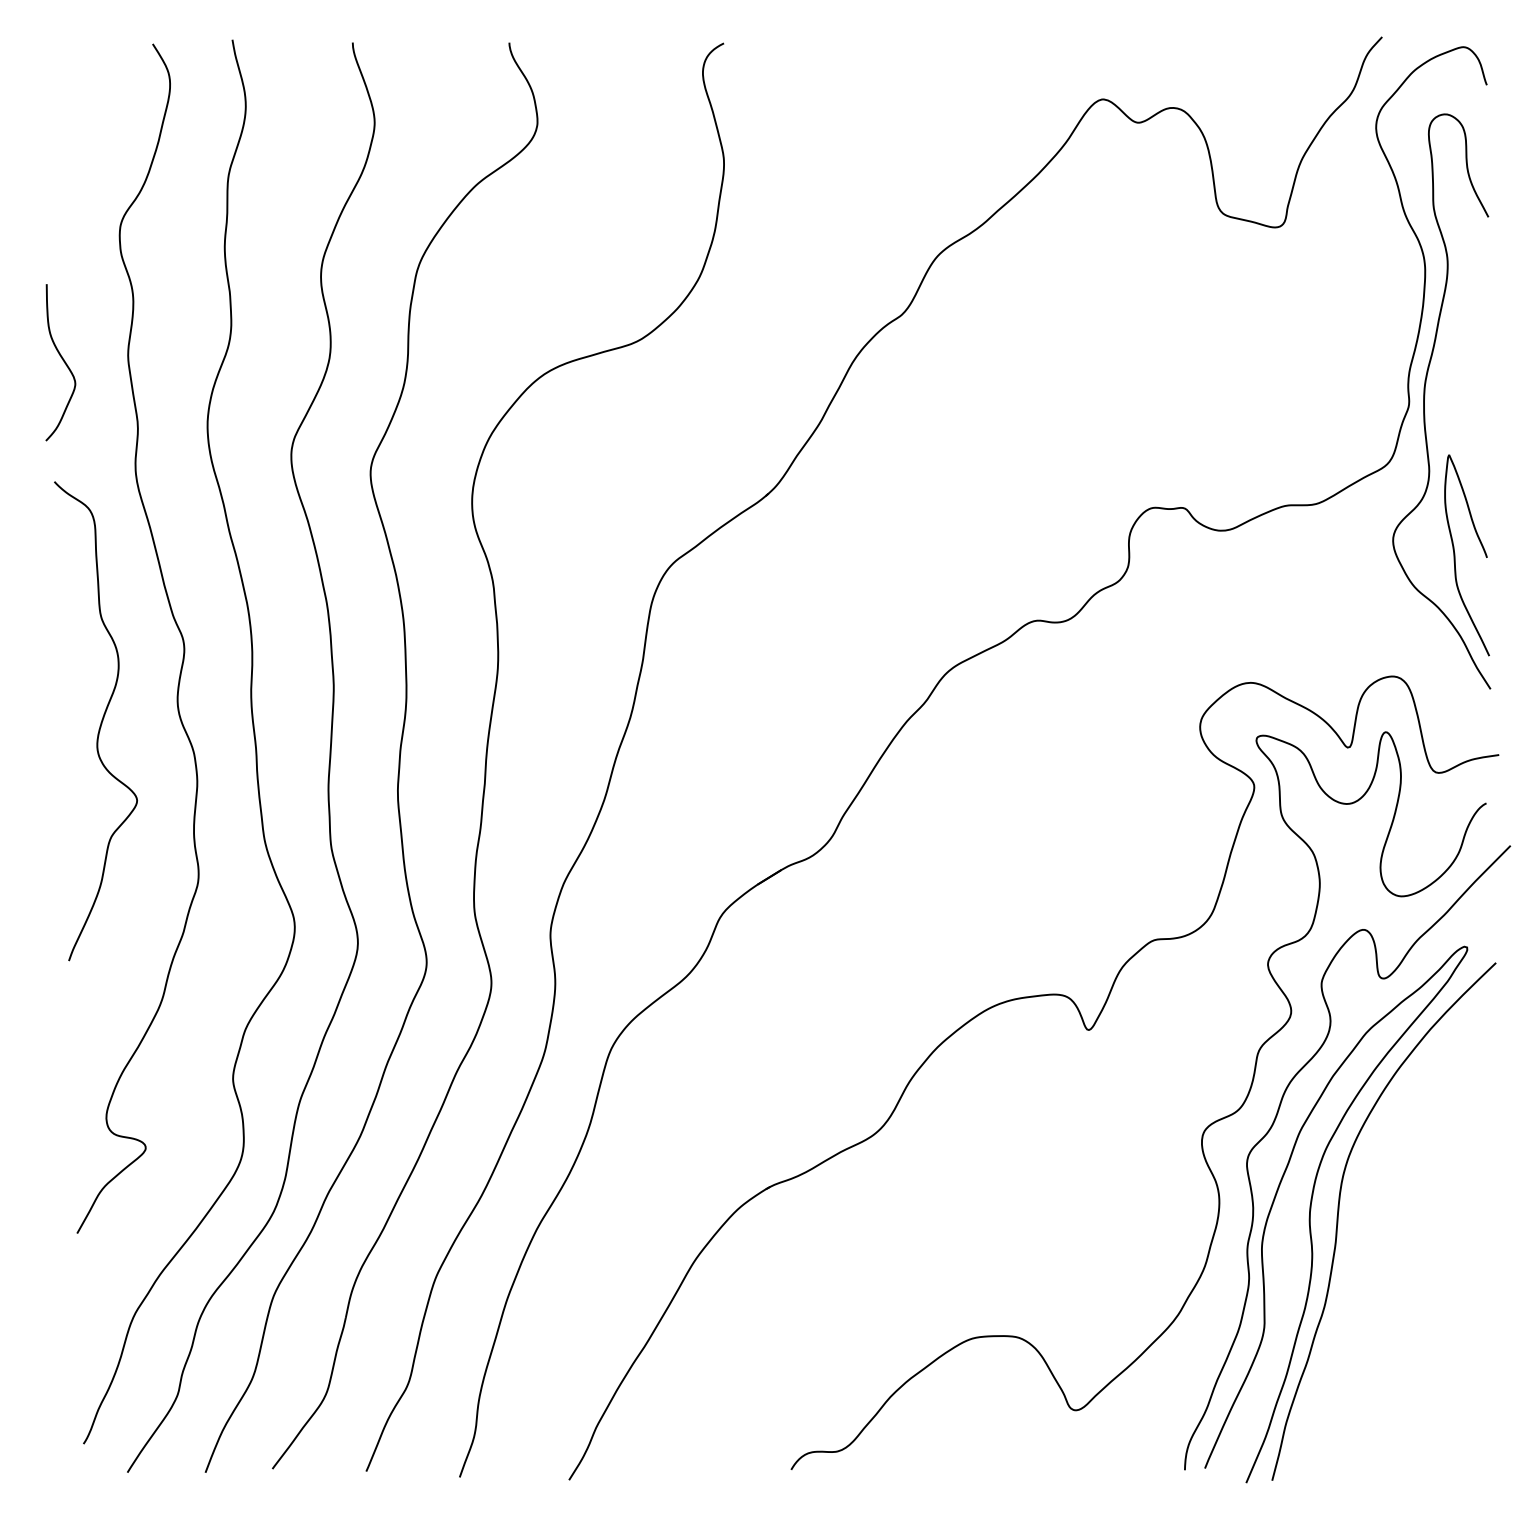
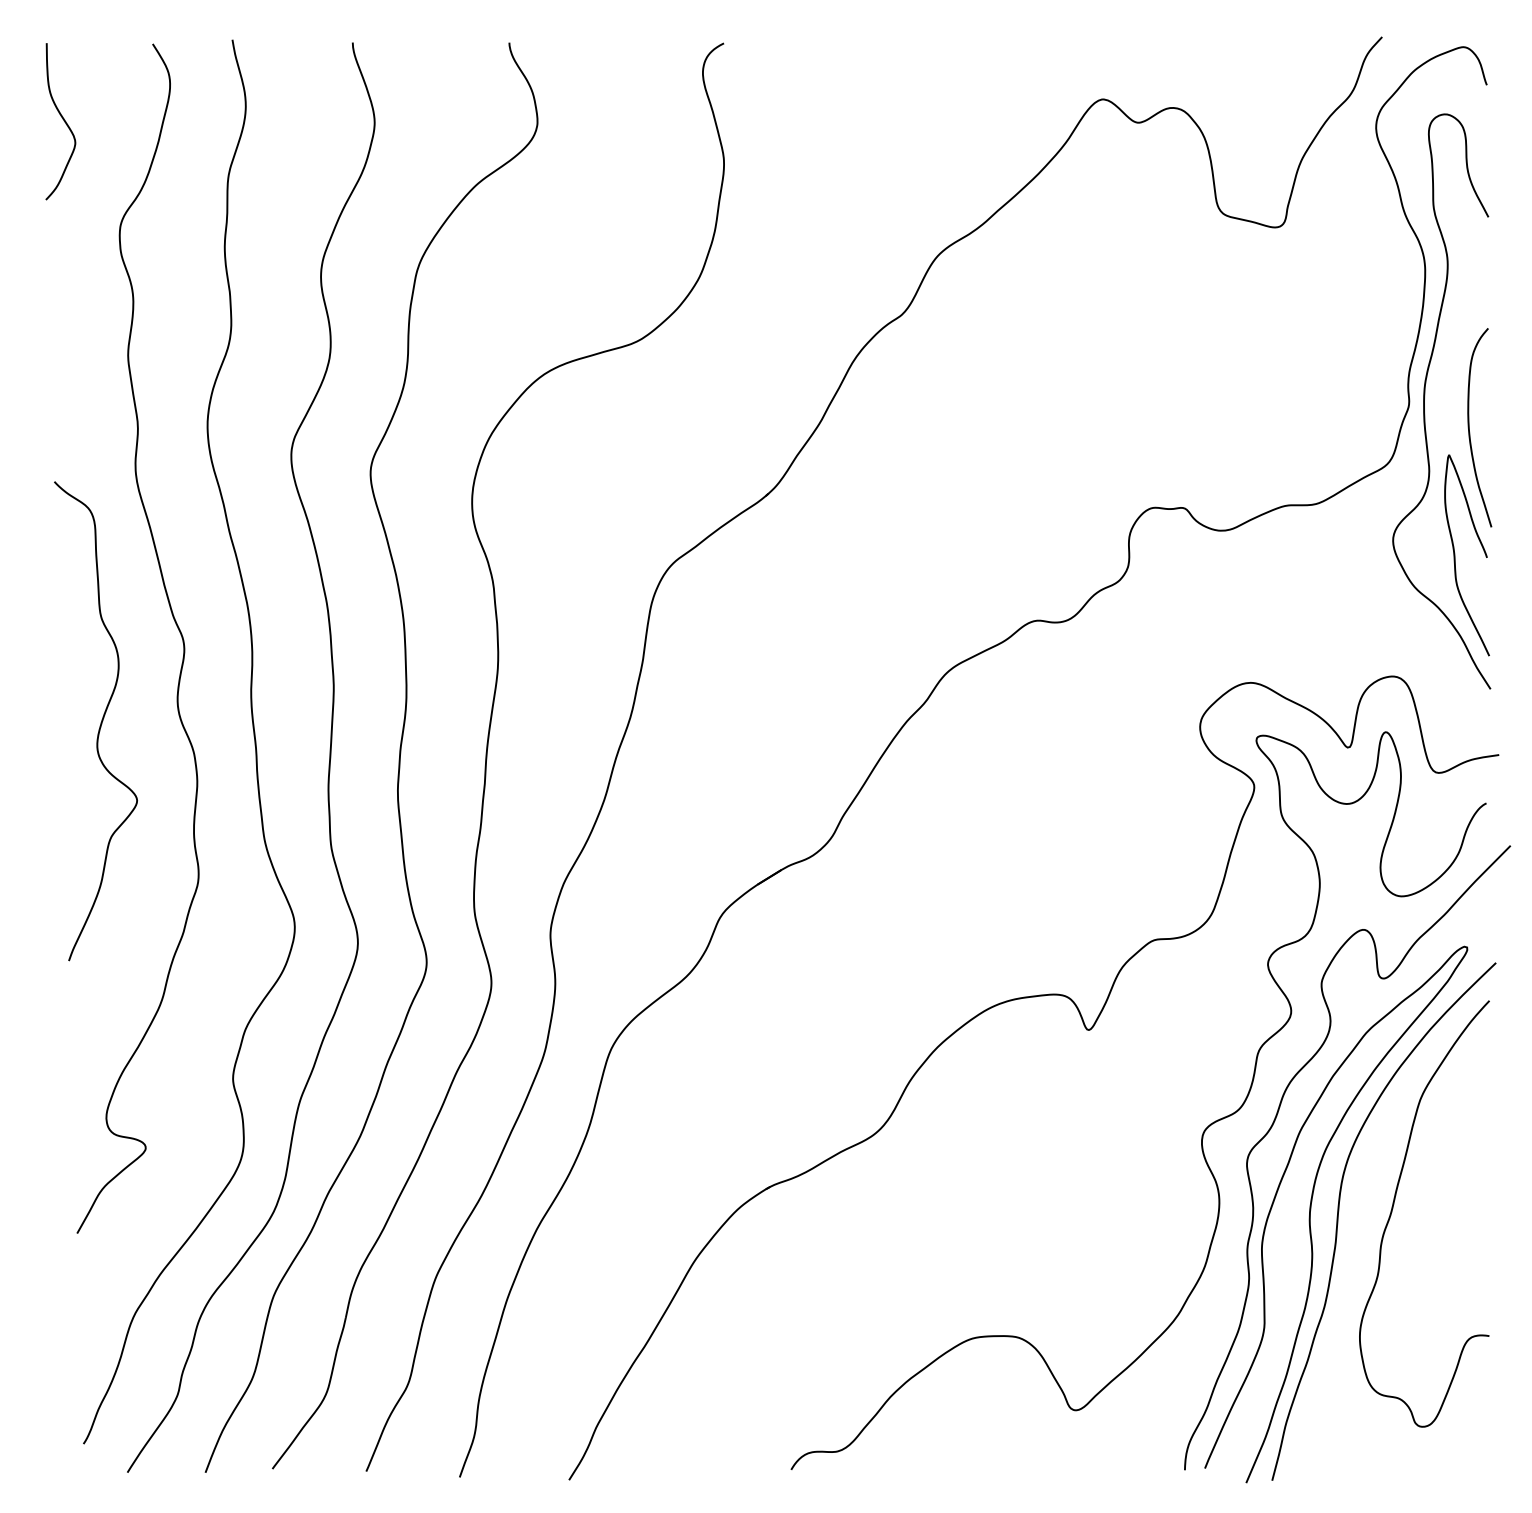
curve at (62, 360) position: (62, 360) -> (62, 119)
curve at (1469, 427): none -> present
curve at (1394, 1204): none -> present
